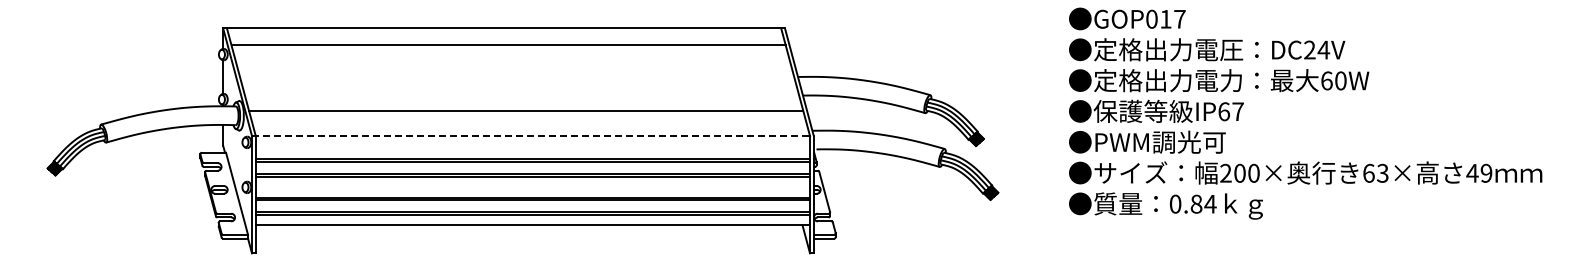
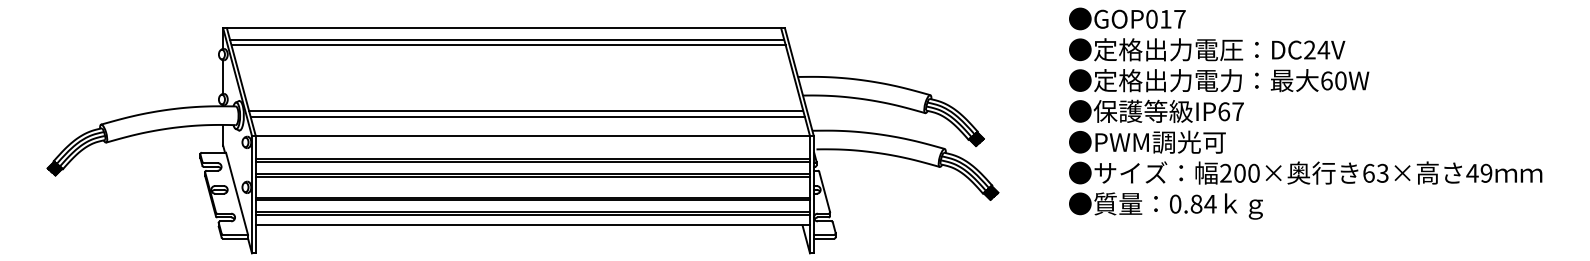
line at (507, 39): none -> present
line at (527, 116): none -> present
line at (532, 136): dashed -> solid
